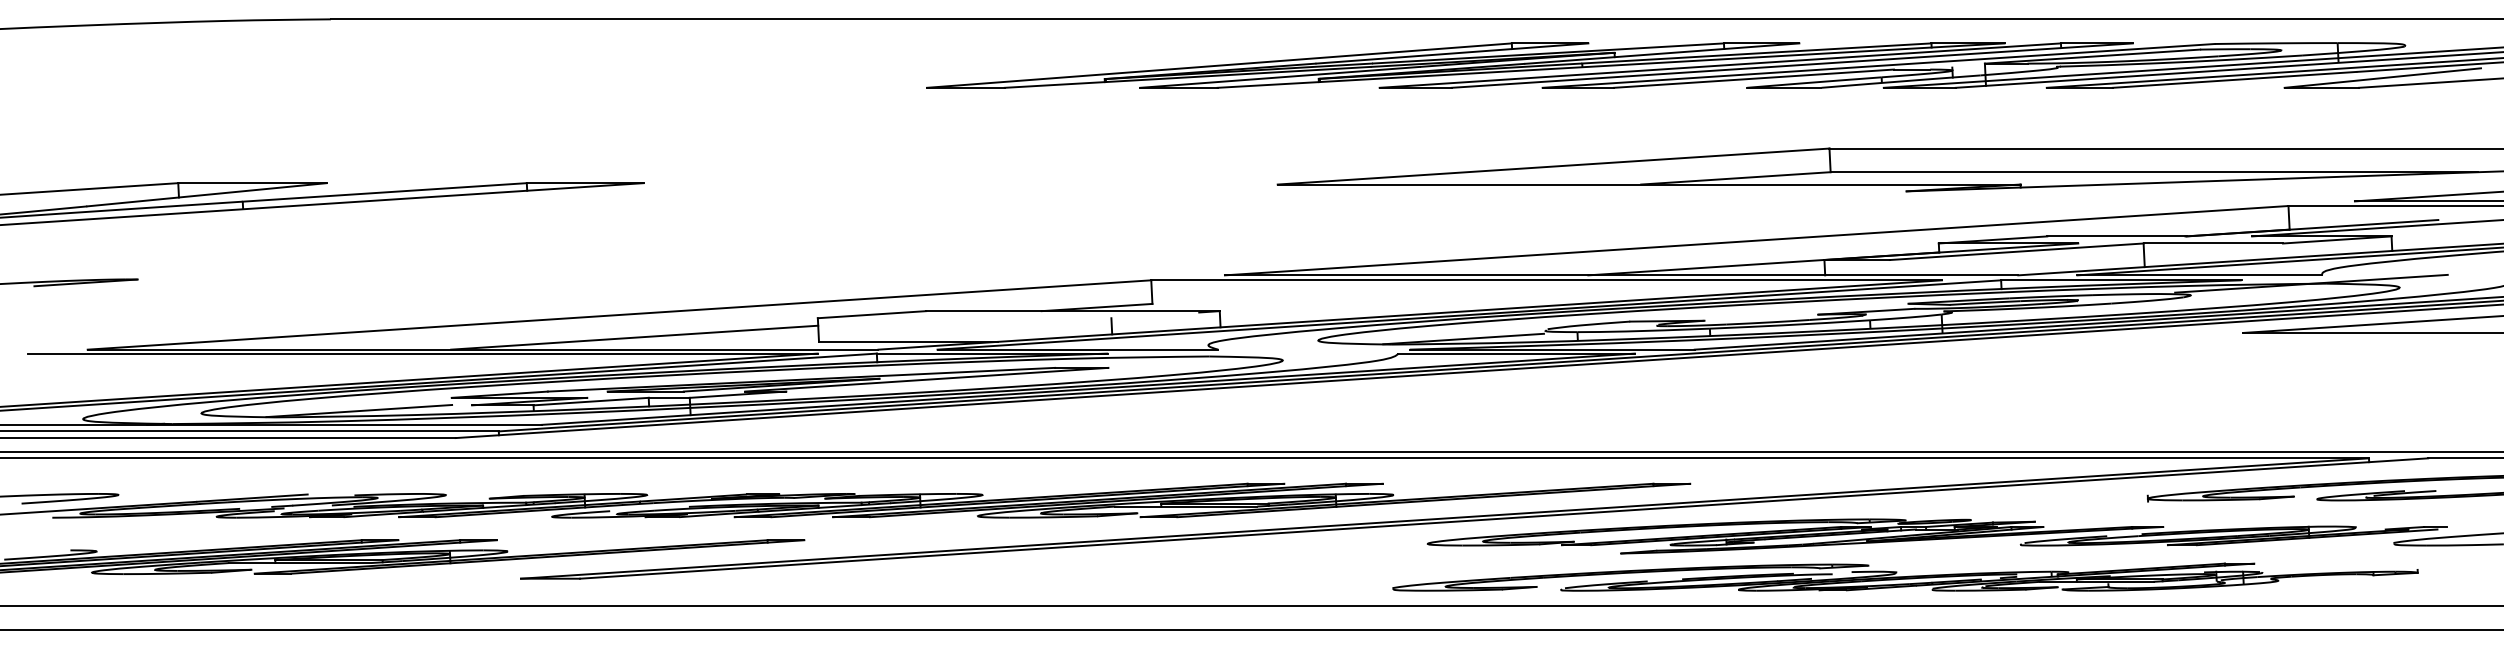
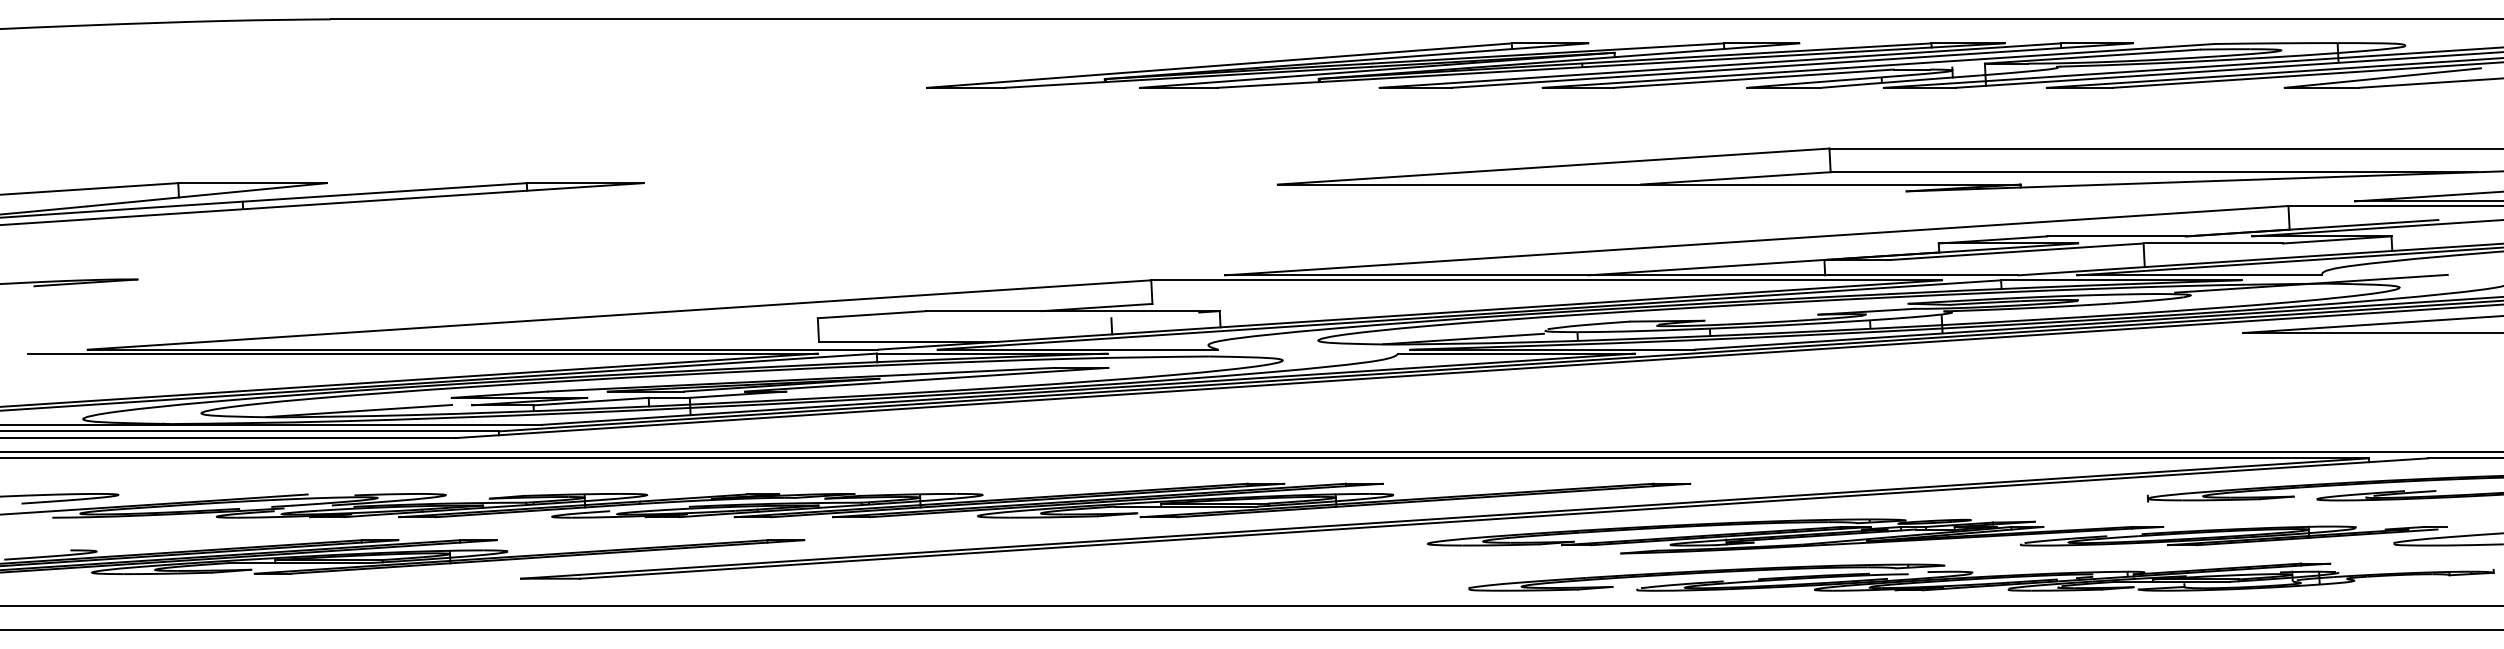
line at (634, 337): present -> none
part at (1905, 576) position: (1905, 576) -> (1981, 576)
